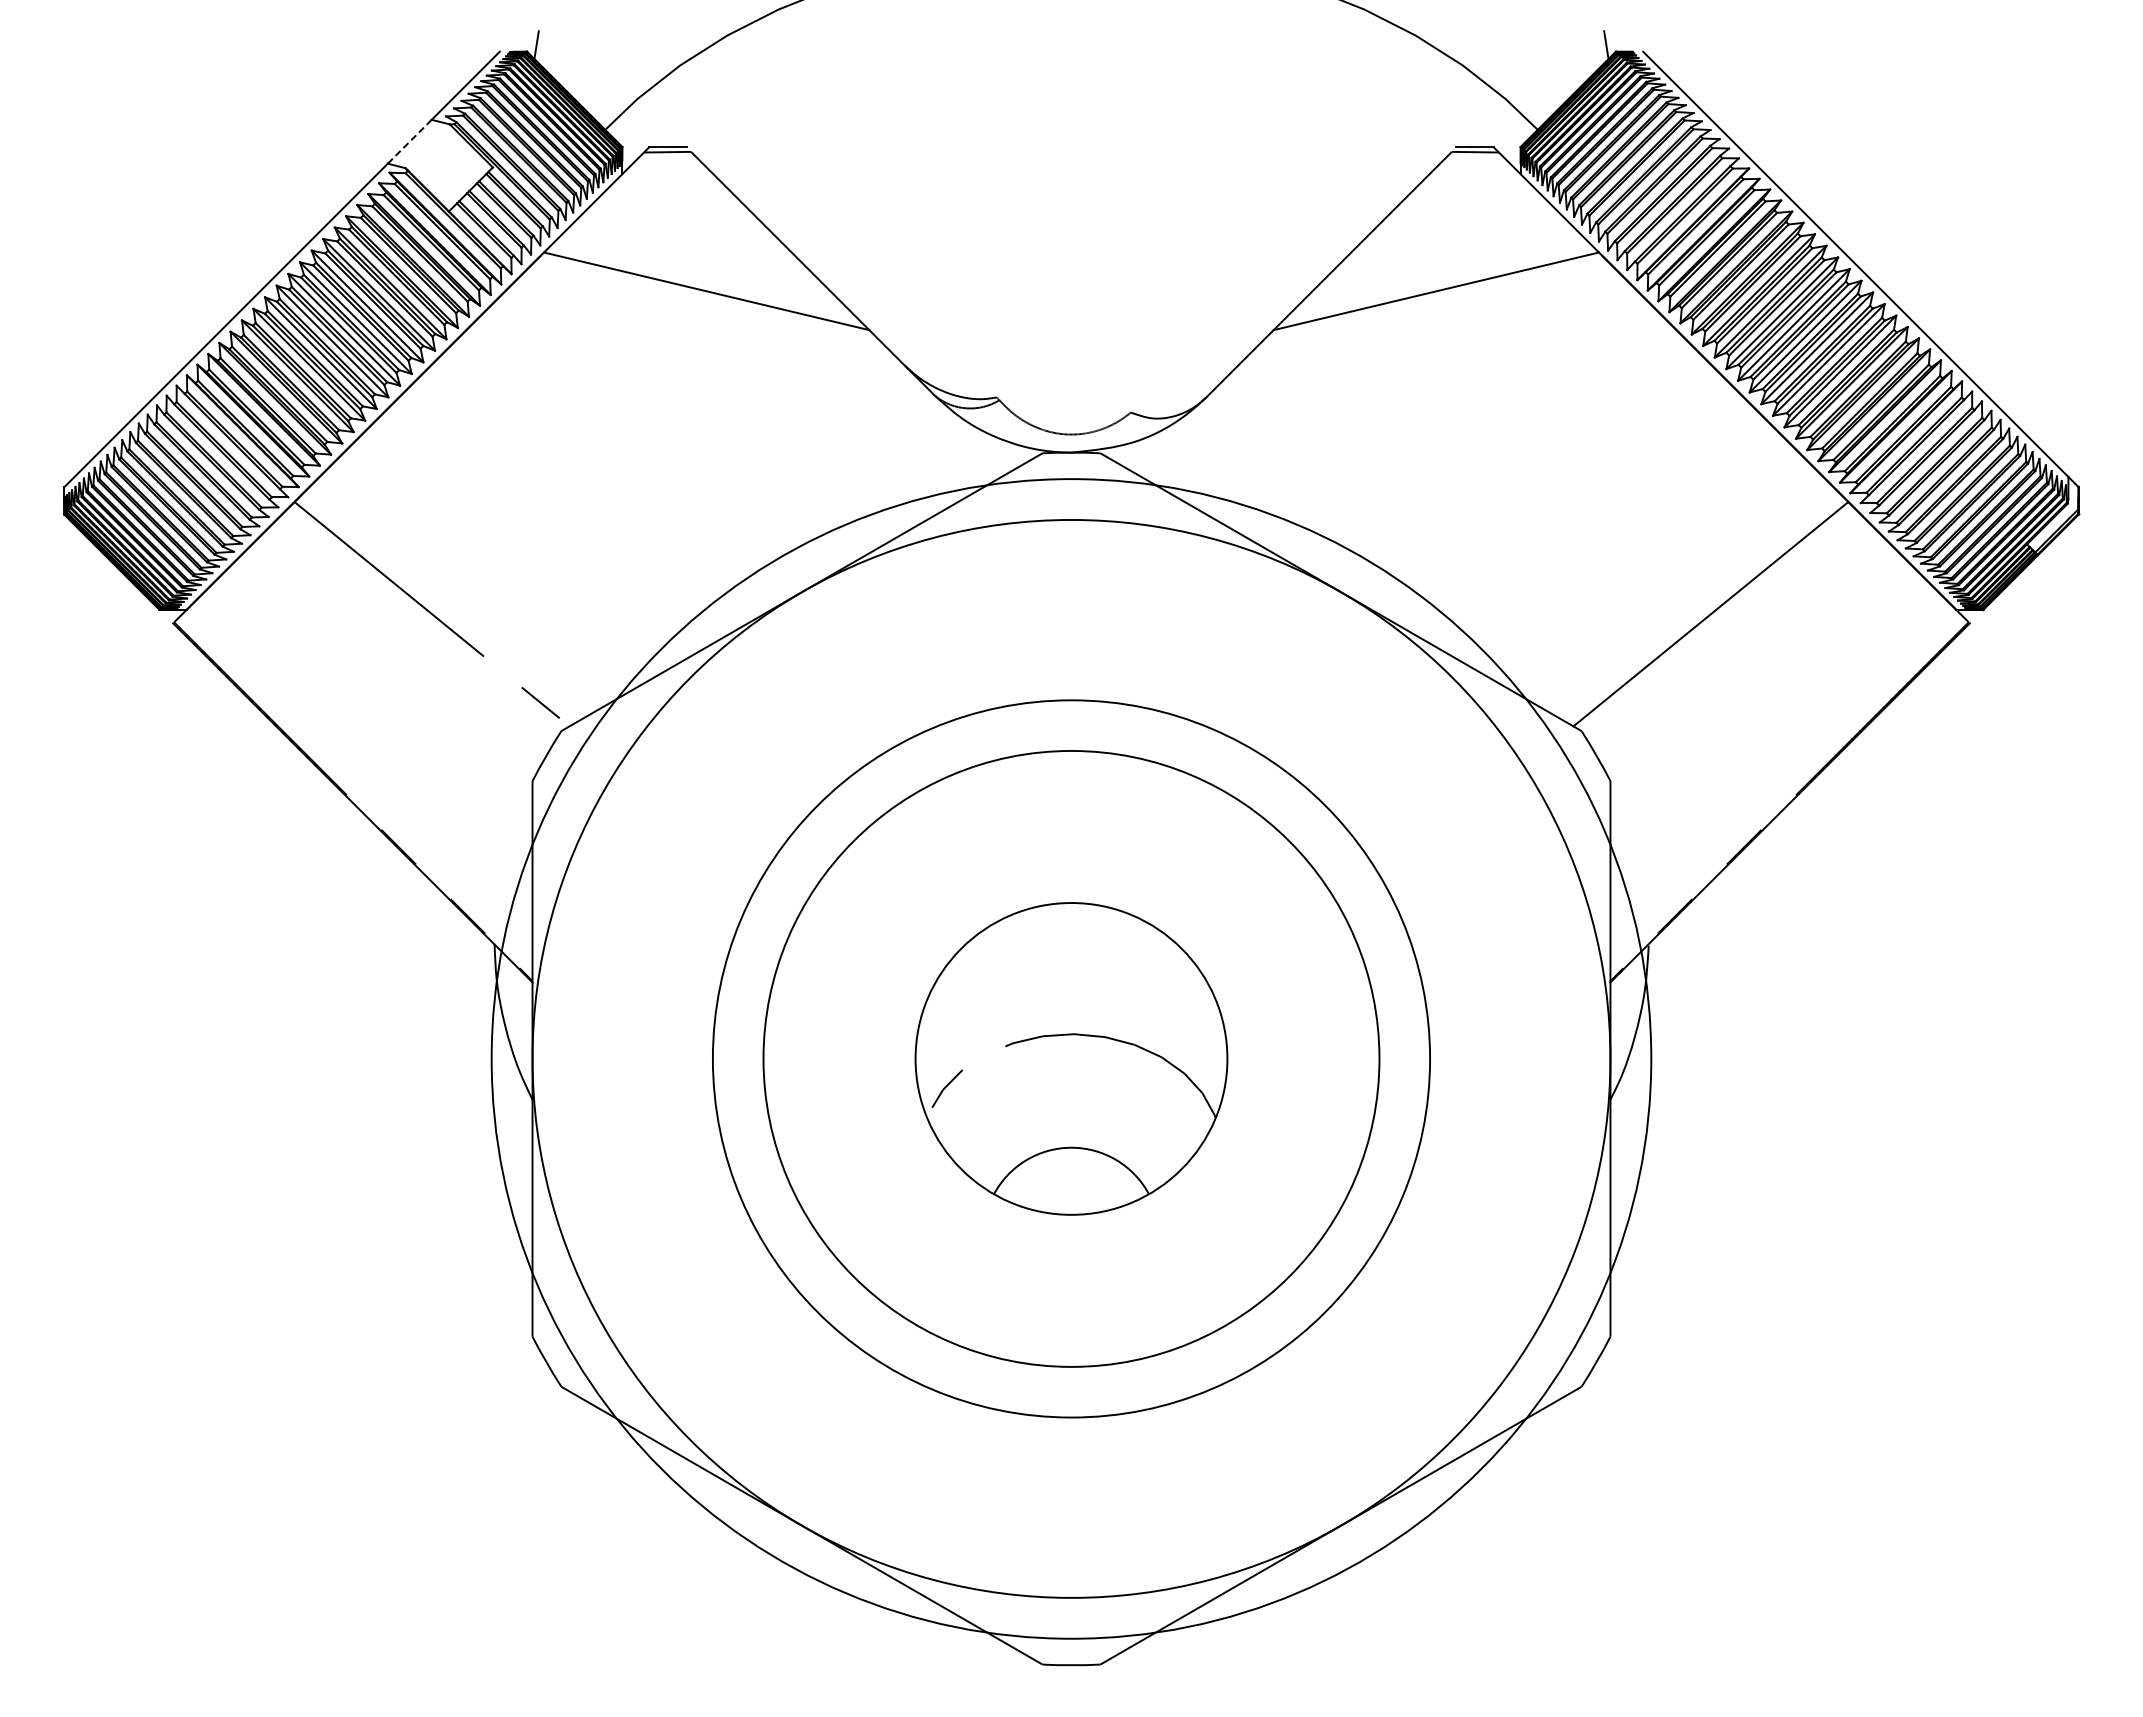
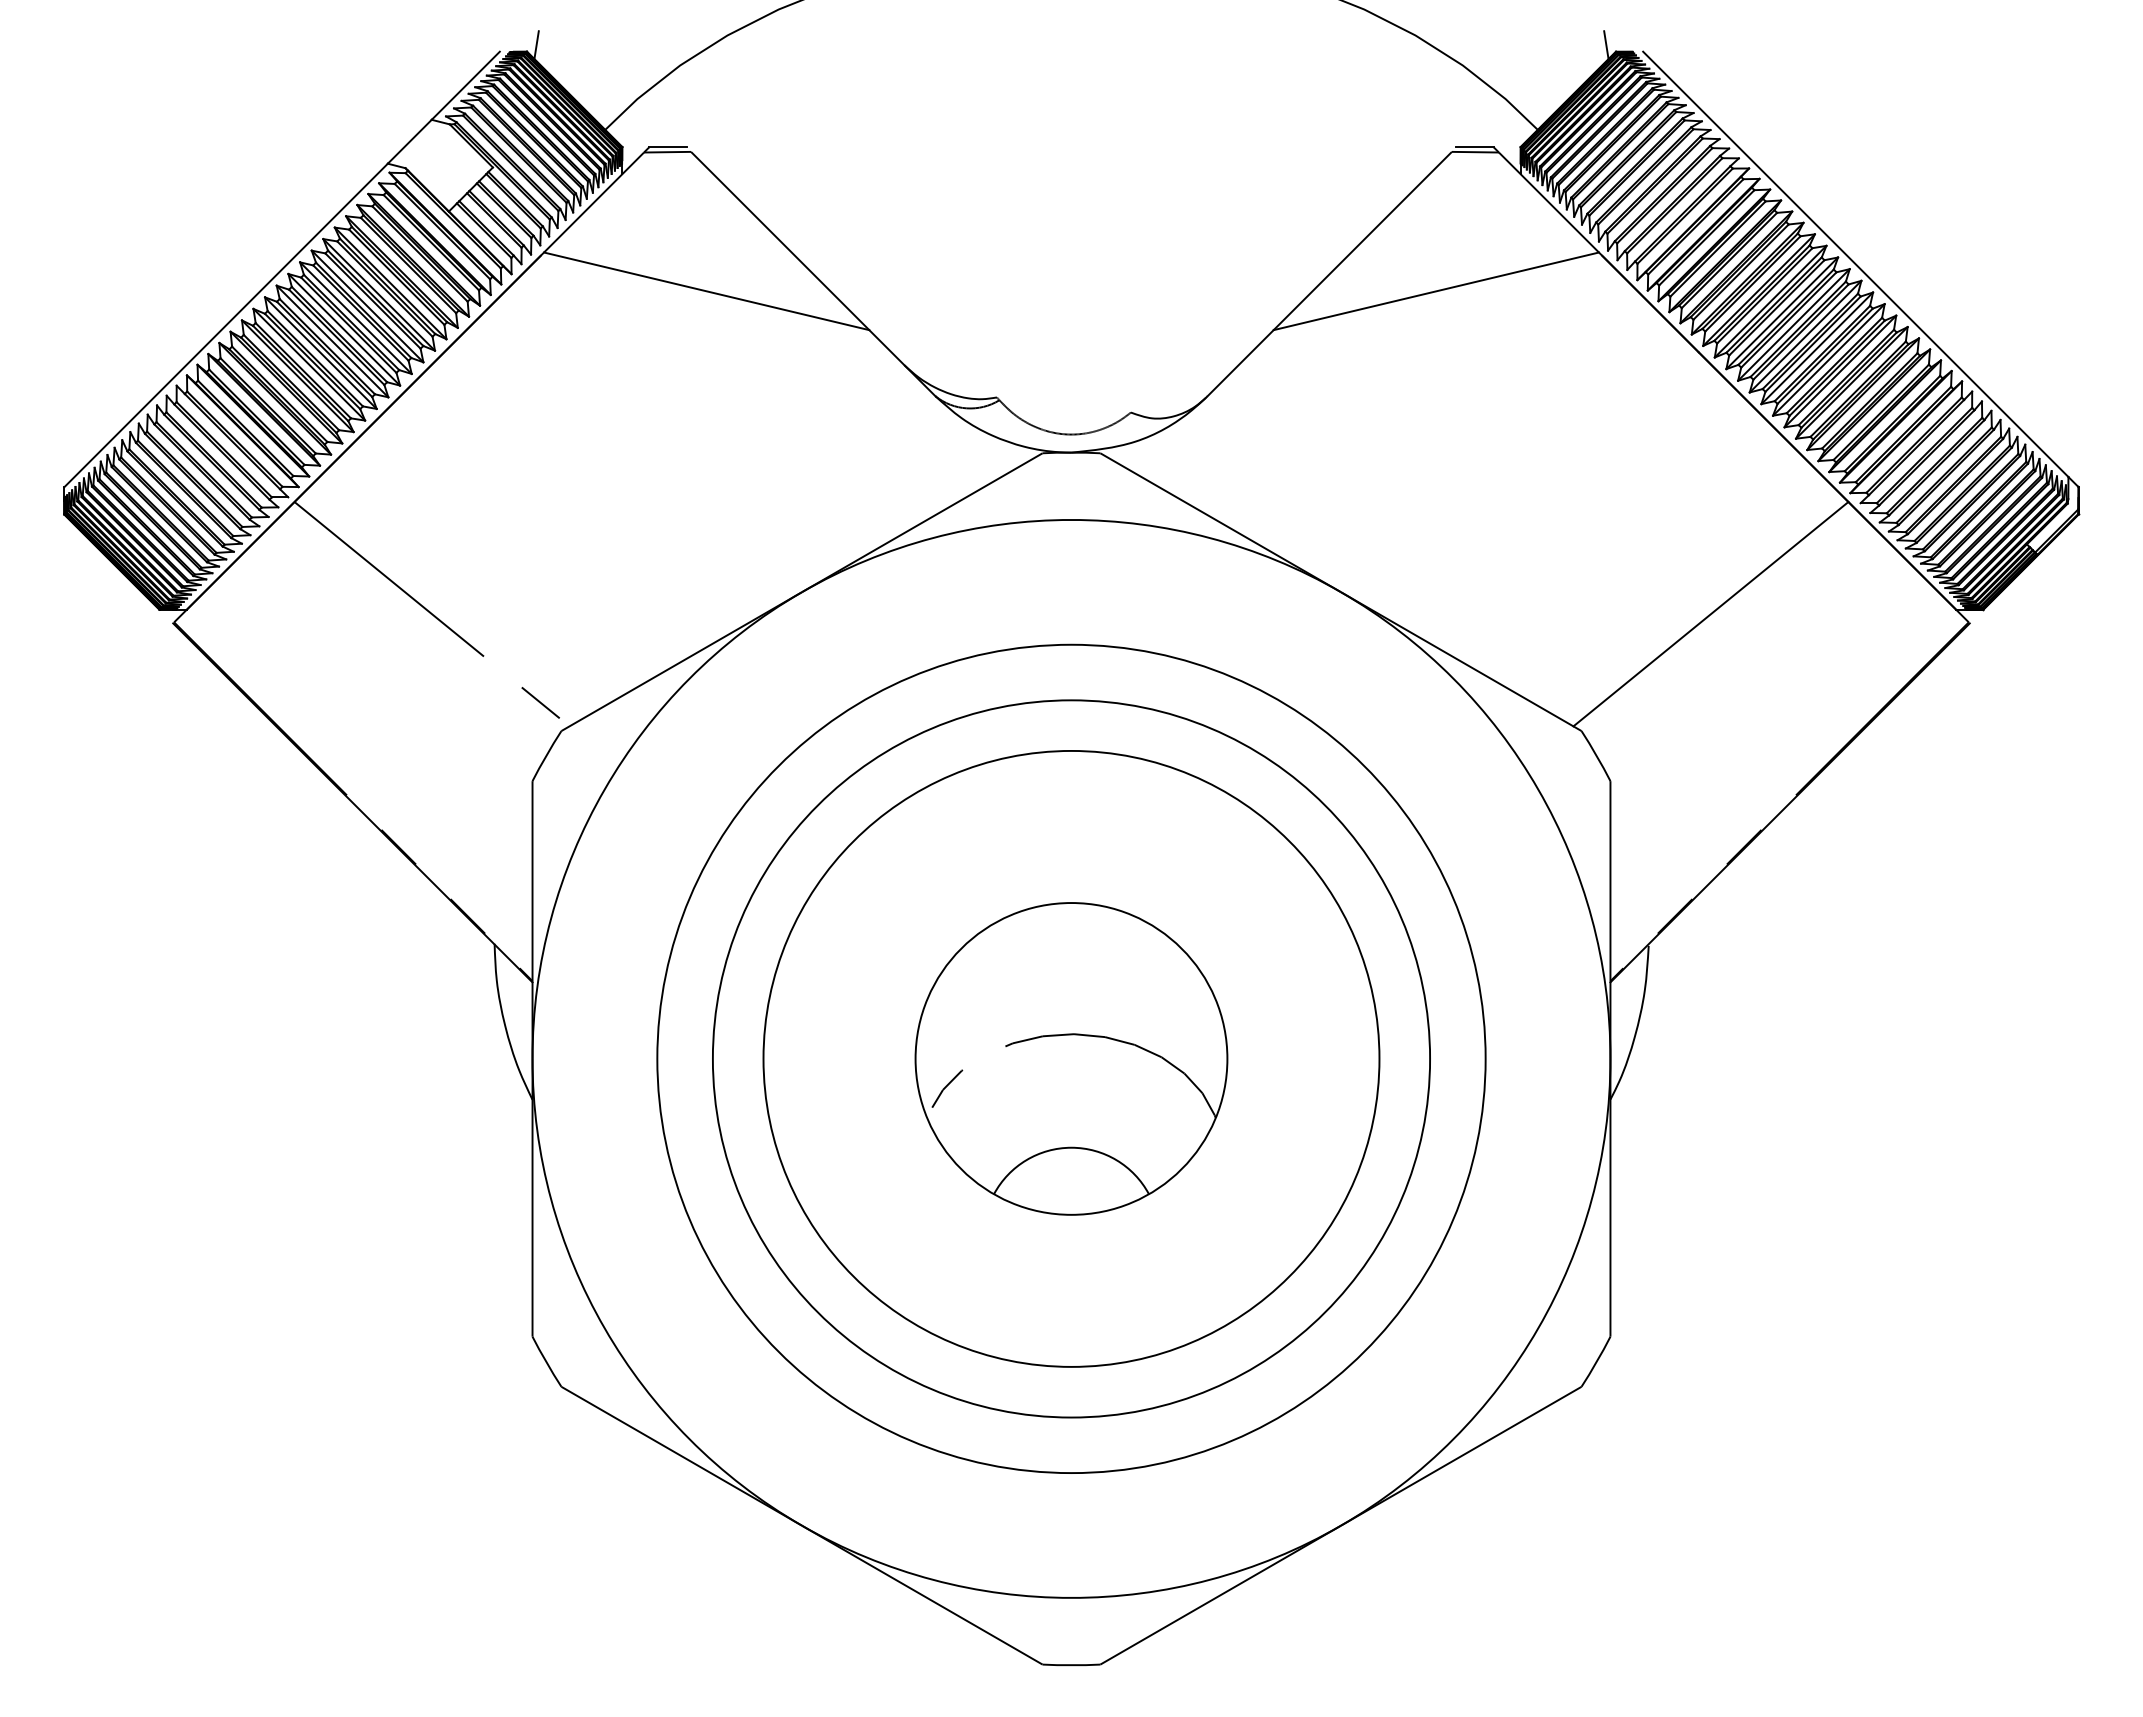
line at (409, 142): dashed -> solid
circle at (1071, 1058) diameter: 1160 px -> 828 px
